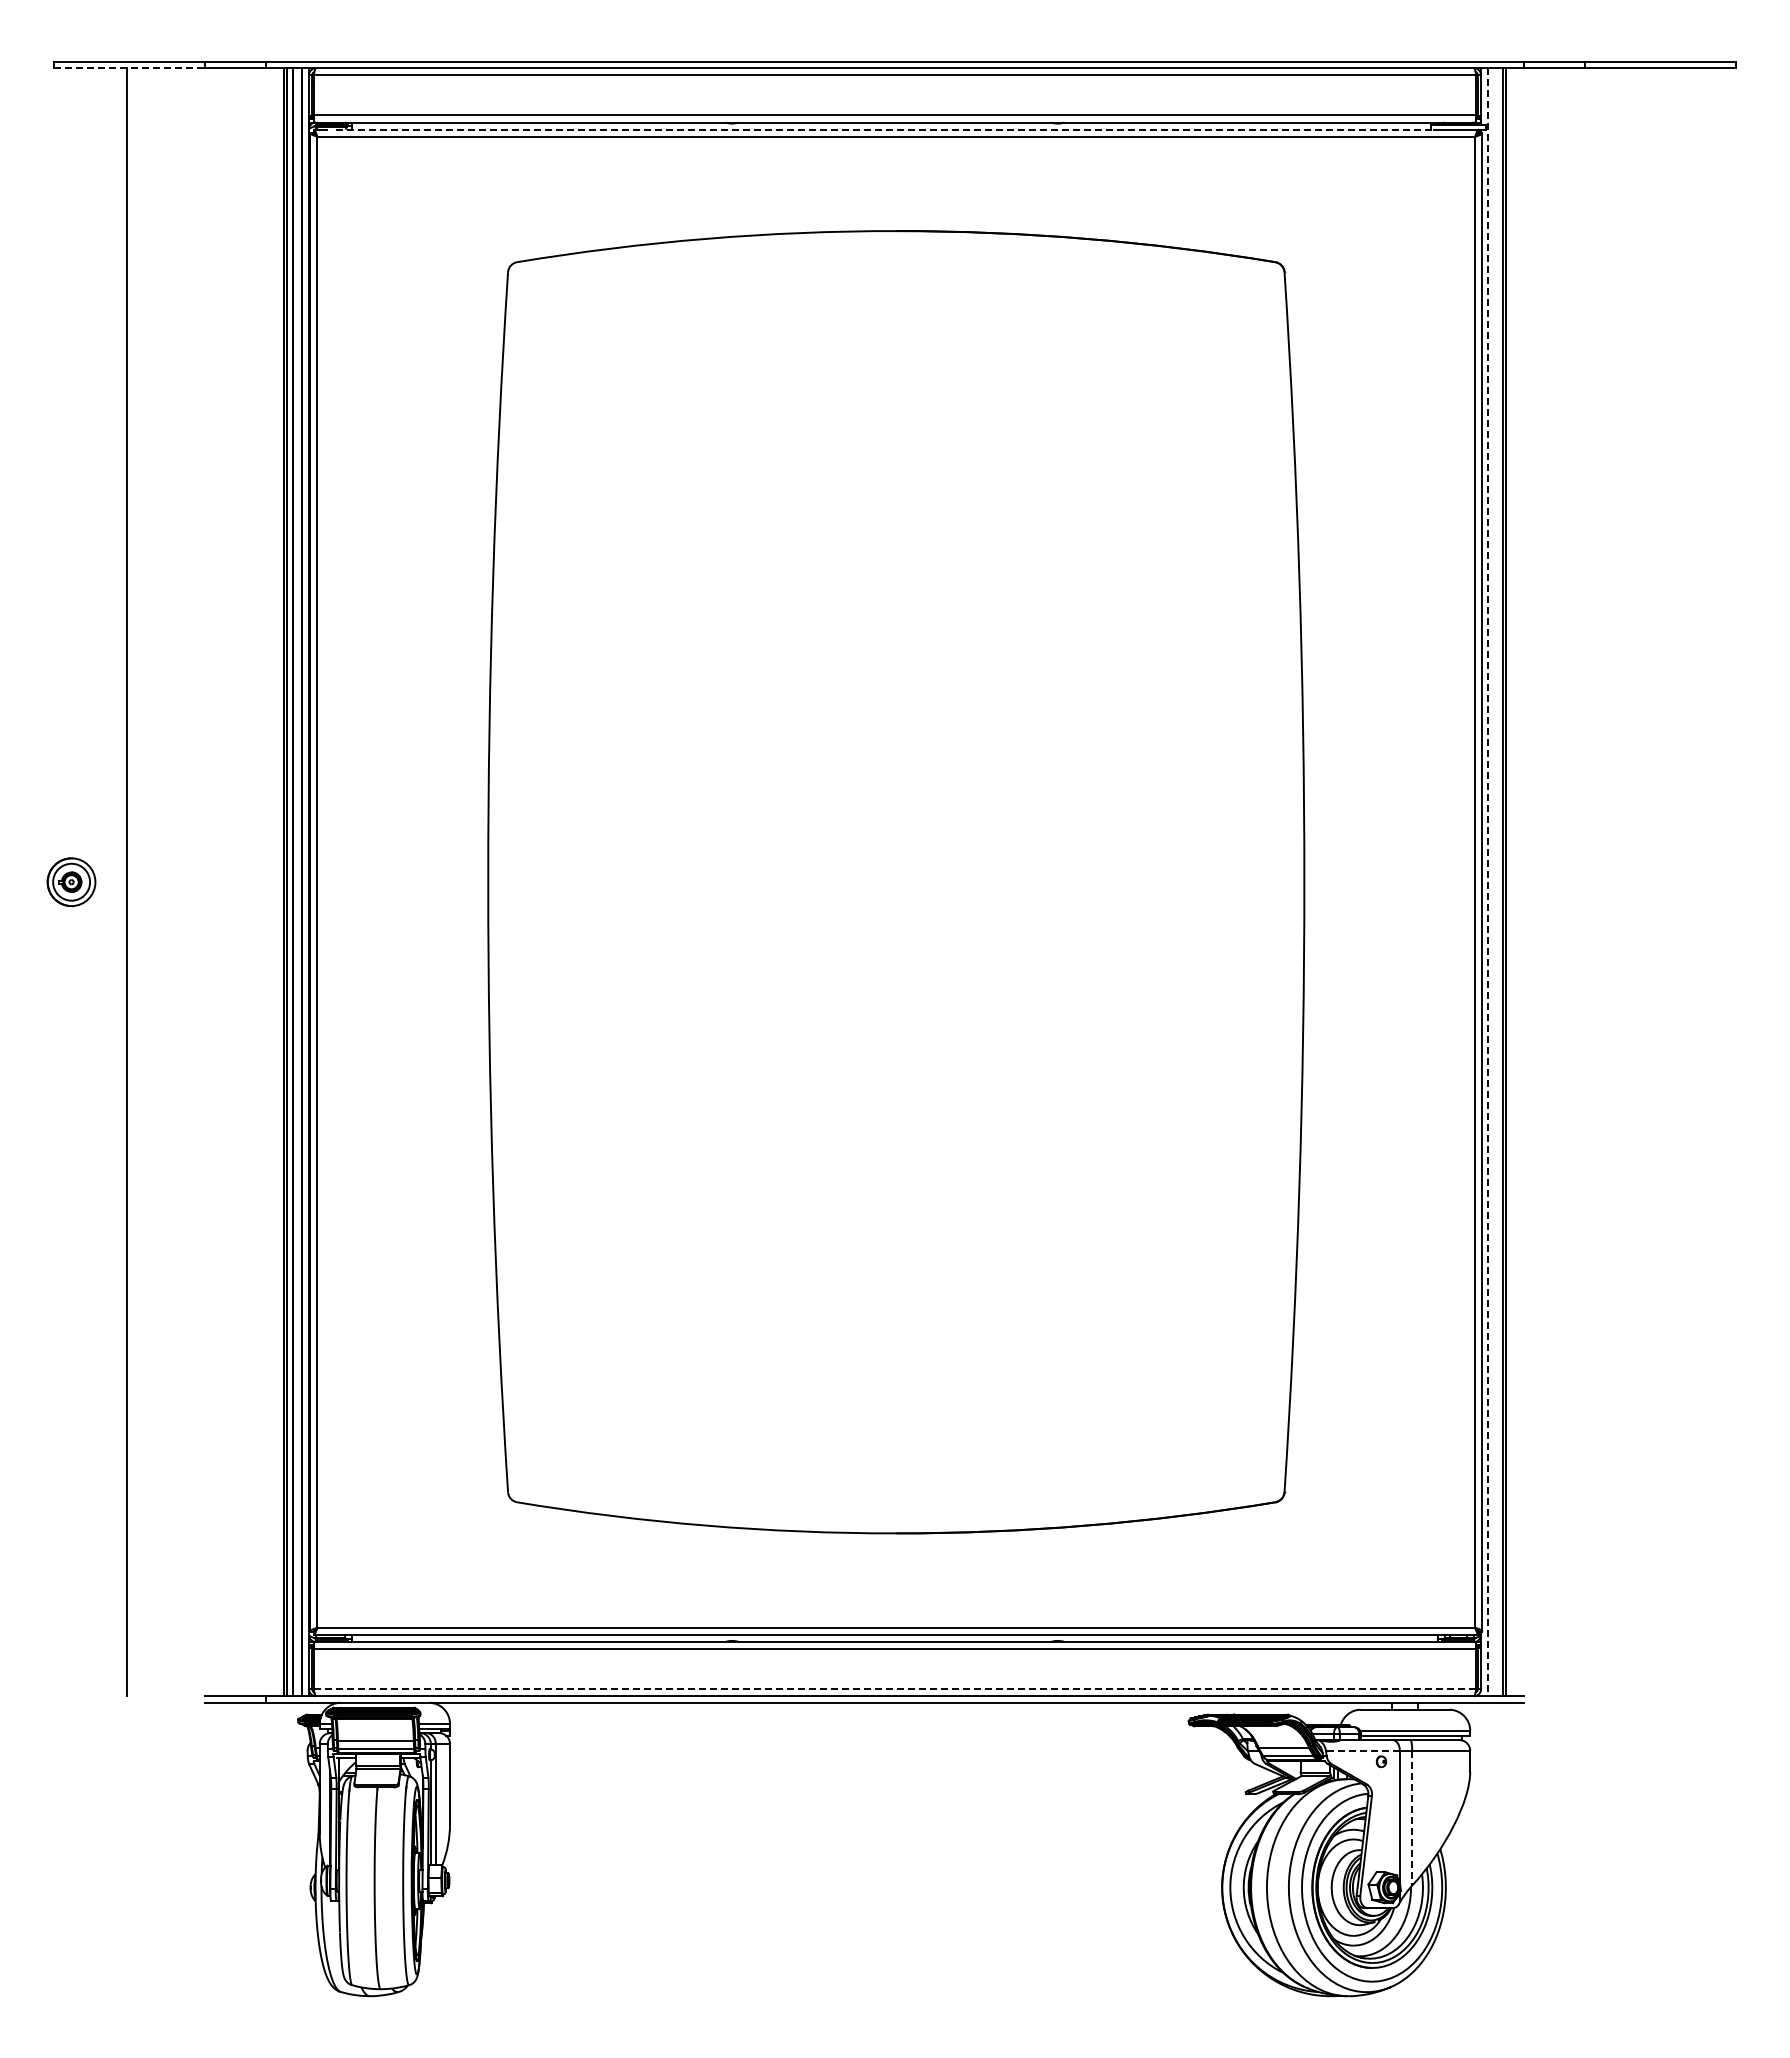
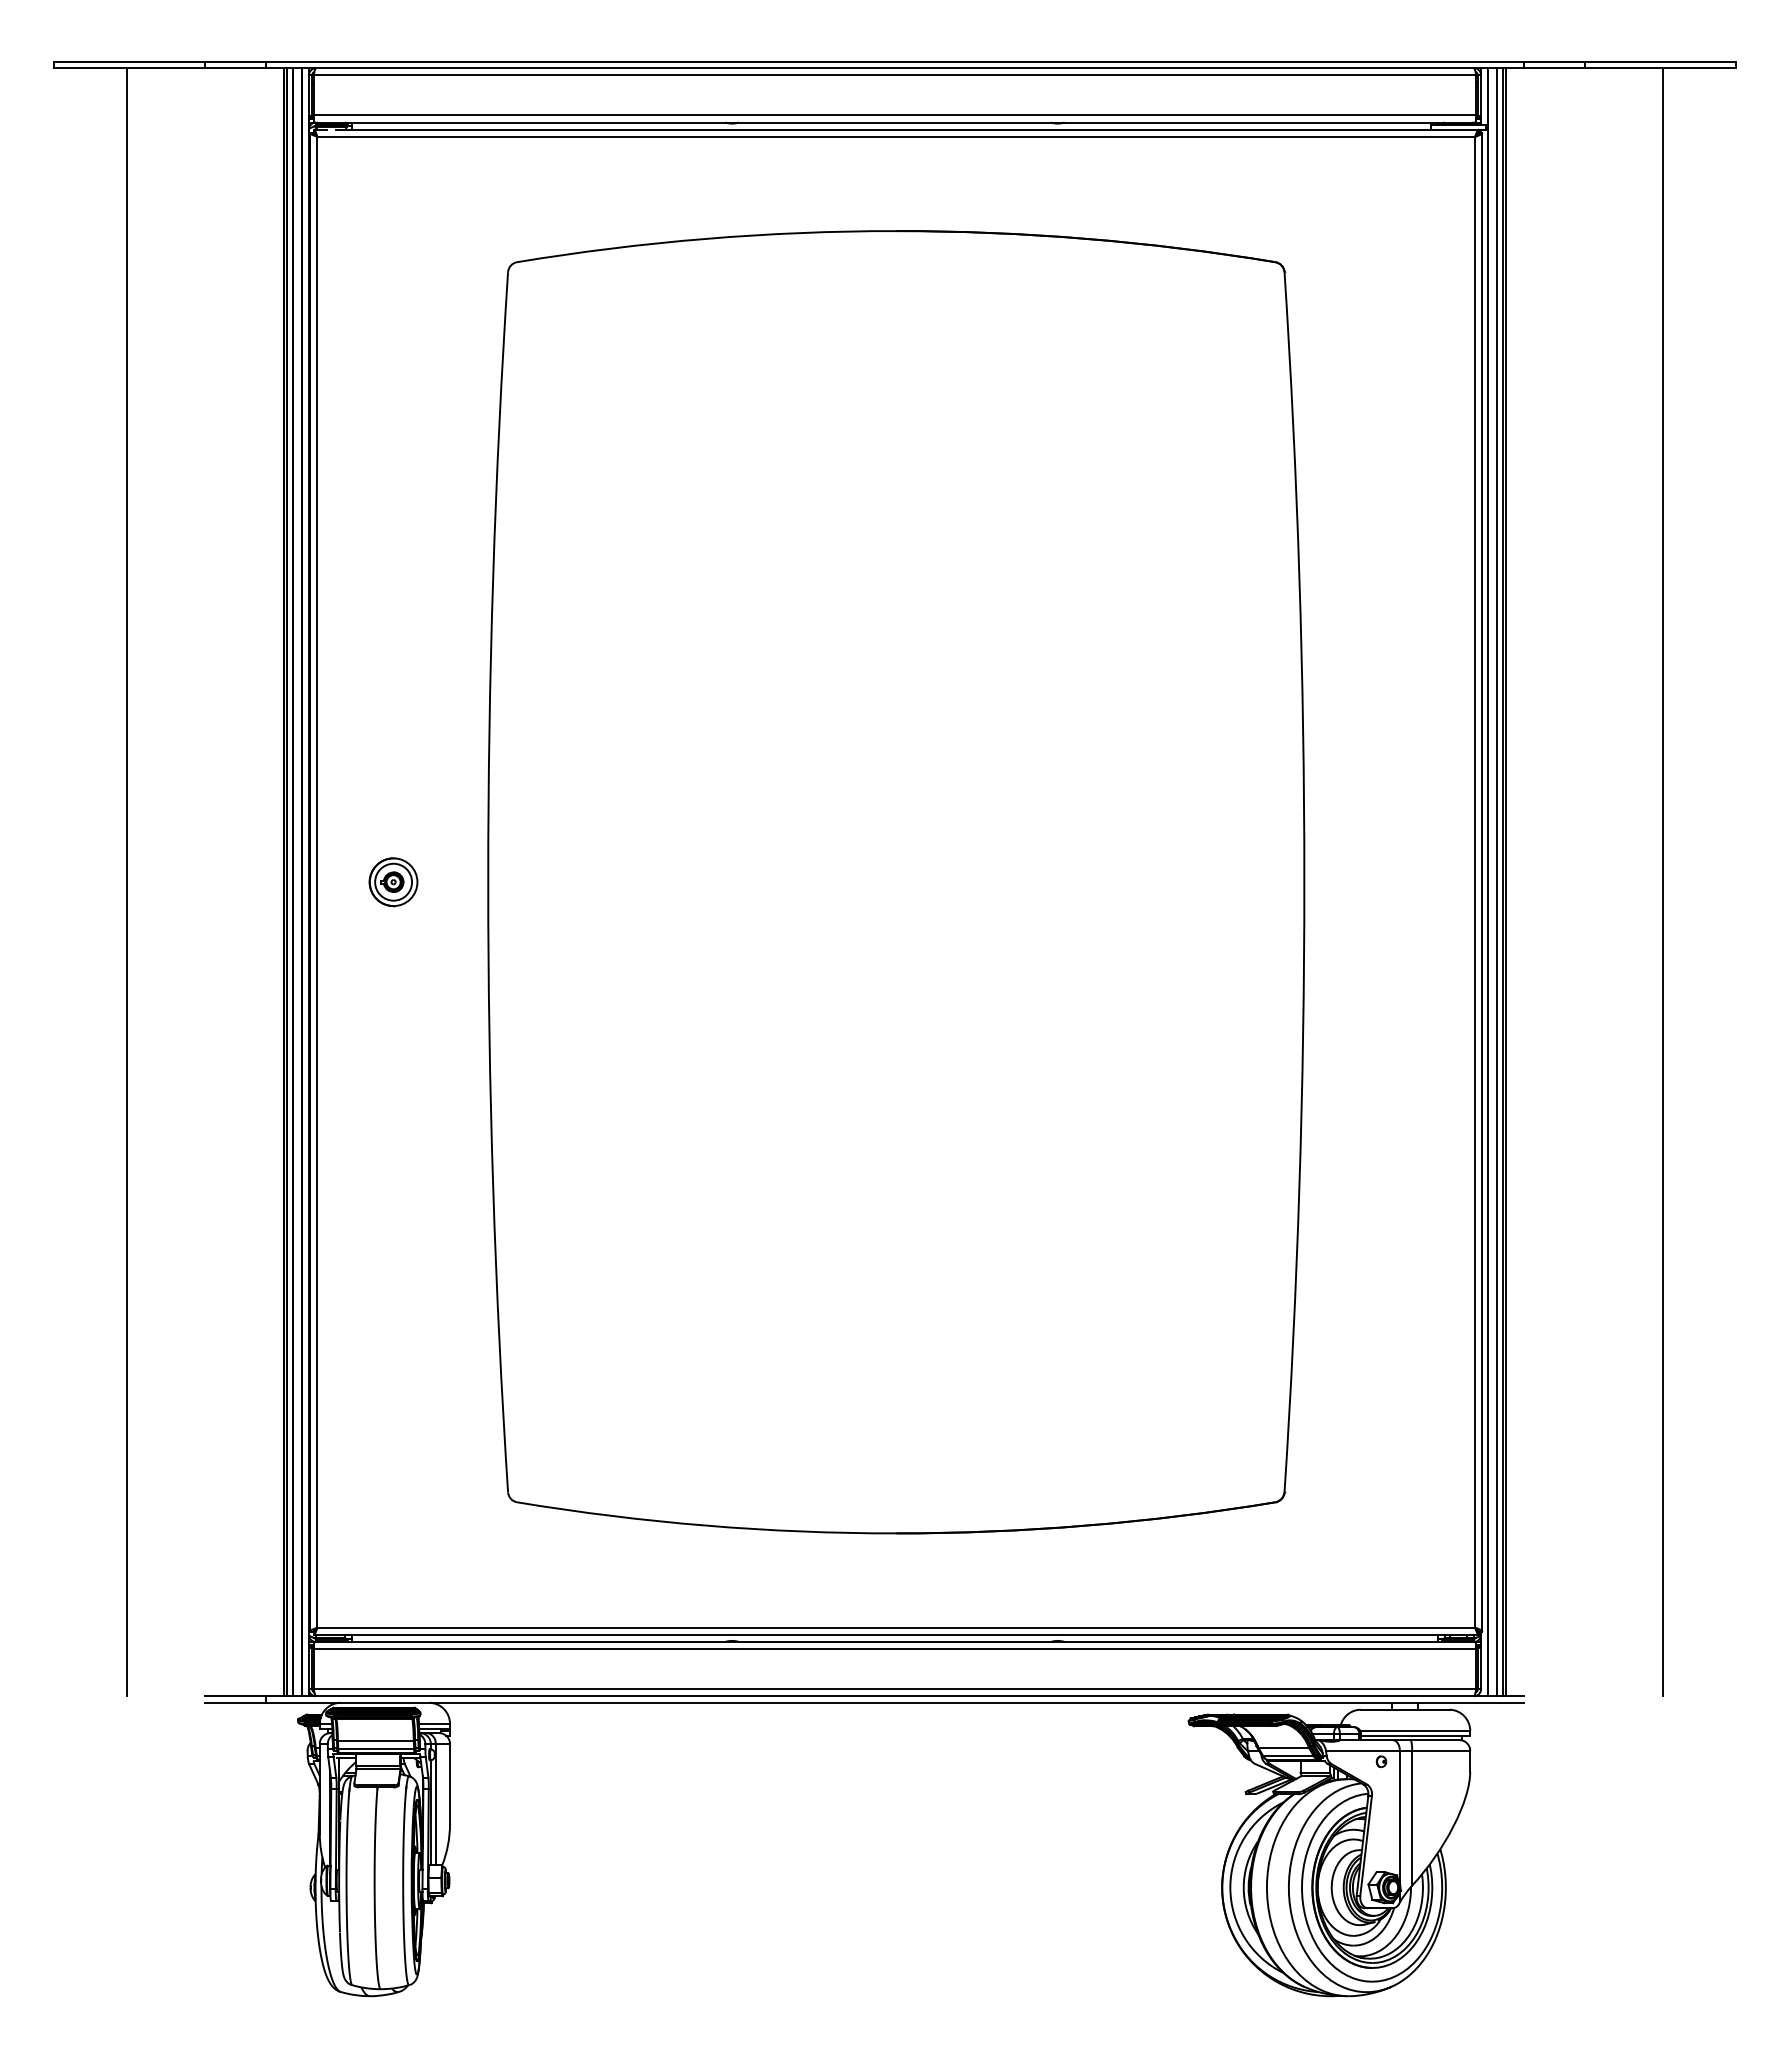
line at (129, 68): dashed -> solid
line at (884, 129): dashed -> solid
part at (71, 882) position: (71, 882) -> (393, 882)
line at (1488, 882): dashed -> solid
line at (1496, 882): none -> present
line at (1663, 882): none -> present
line at (894, 1689): dashed -> solid
line at (1362, 1750): dashed -> solid
line at (1412, 1818): dashed -> solid
